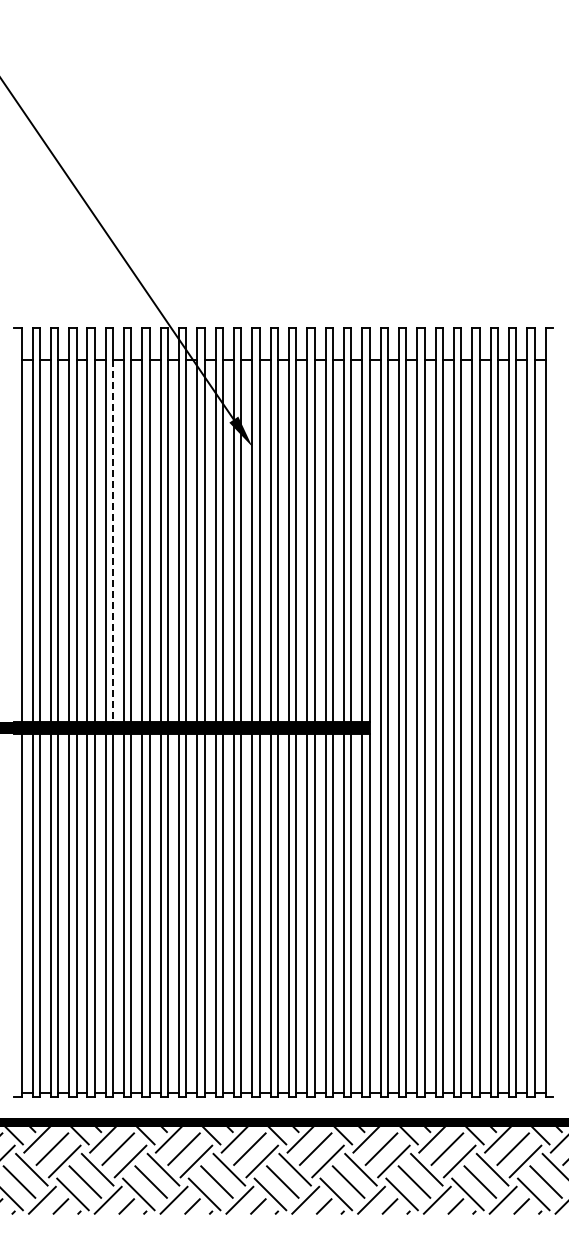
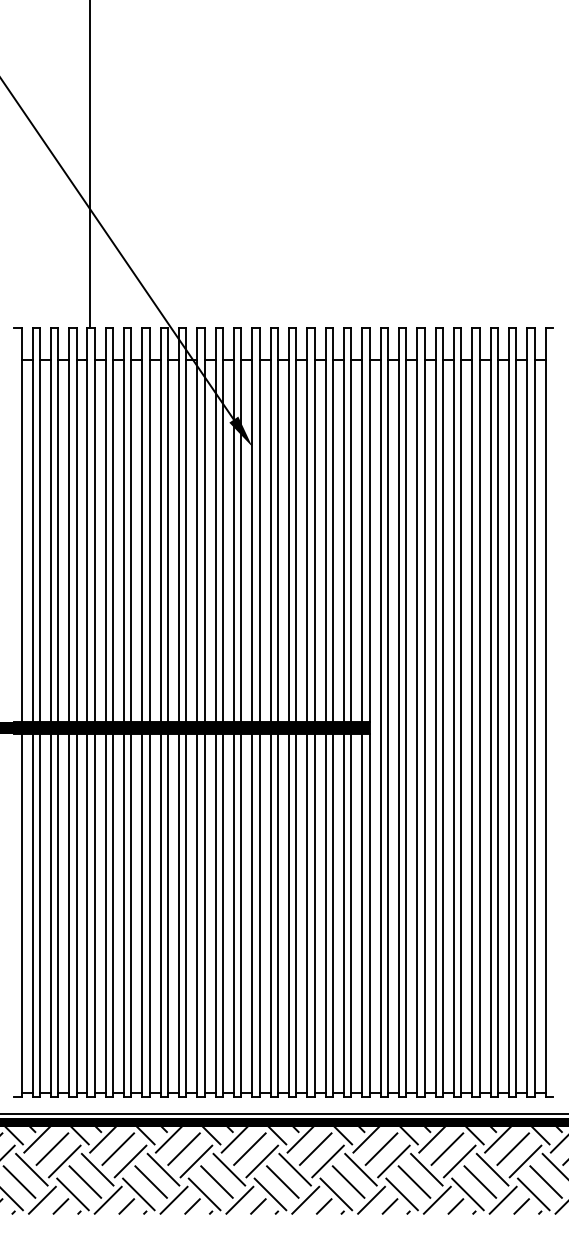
line at (90, 164): none -> present
line at (113, 541): dashed -> solid
line at (283, 1113): none -> present
